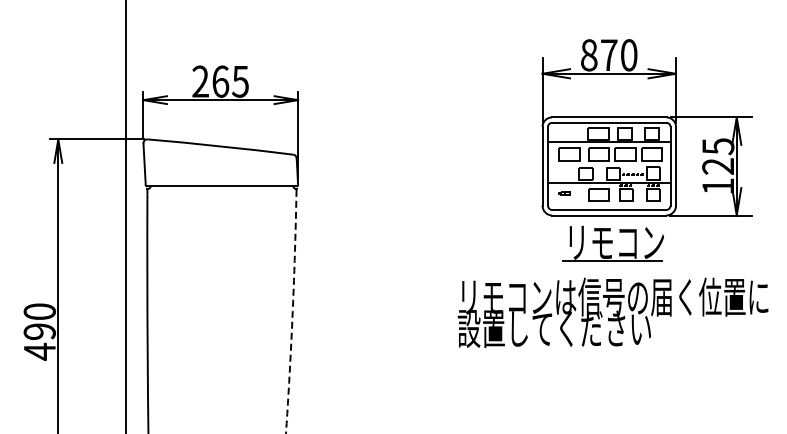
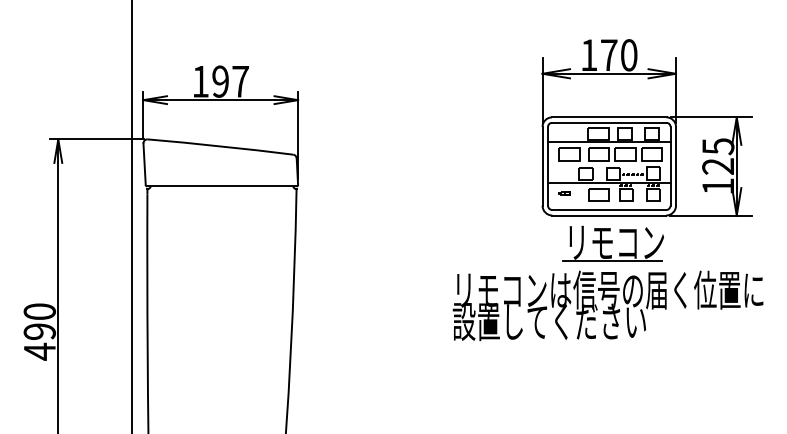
text at (589, 55): 870 -> 170
text at (220, 81): 265 -> 197
line at (125, 216) position: (125, 216) -> (131, 216)
arc at (292, 311): dashed -> solid
text at (612, 312) position: (612, 312) -> (607, 305)
